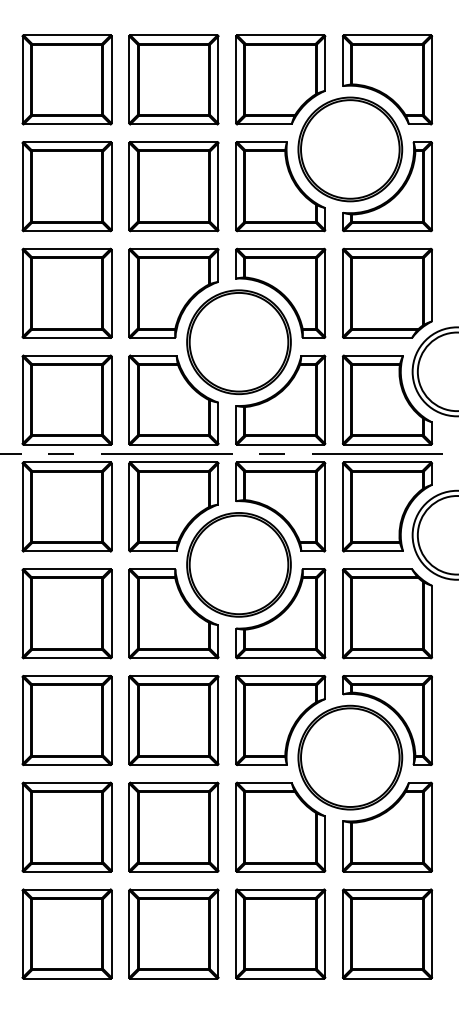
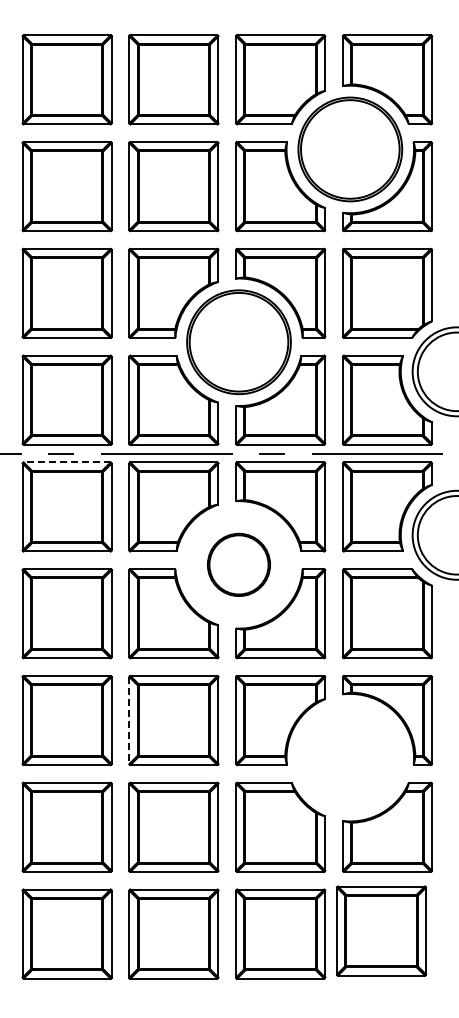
line at (66, 462): solid -> dashed
part at (238, 564) size: 106x106 px -> 64x65 px
line at (129, 721): solid -> dashed
part at (350, 757): present -> none
part at (387, 933) position: (387, 933) -> (381, 930)
